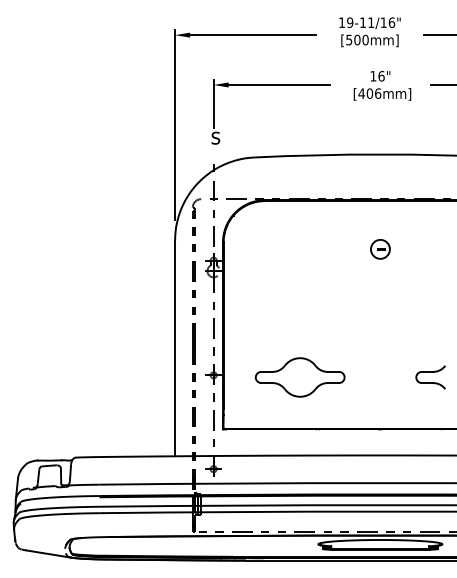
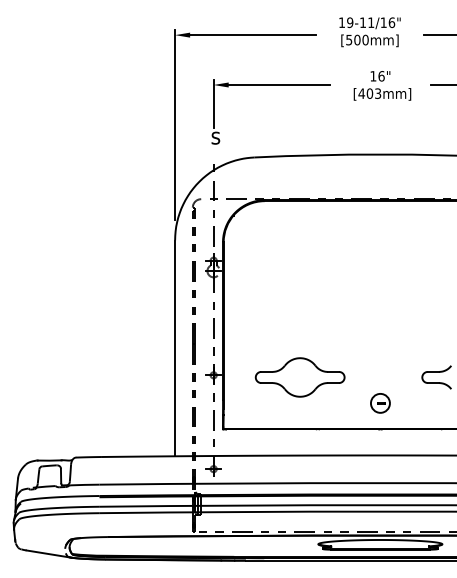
text at (378, 93): [406mm] -> [403mm]
part at (380, 249) position: (380, 249) -> (380, 403)
part at (430, 377) position: (430, 377) -> (436, 377)
